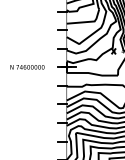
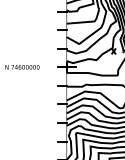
text at (27, 67) position: (27, 67) -> (22, 67)
